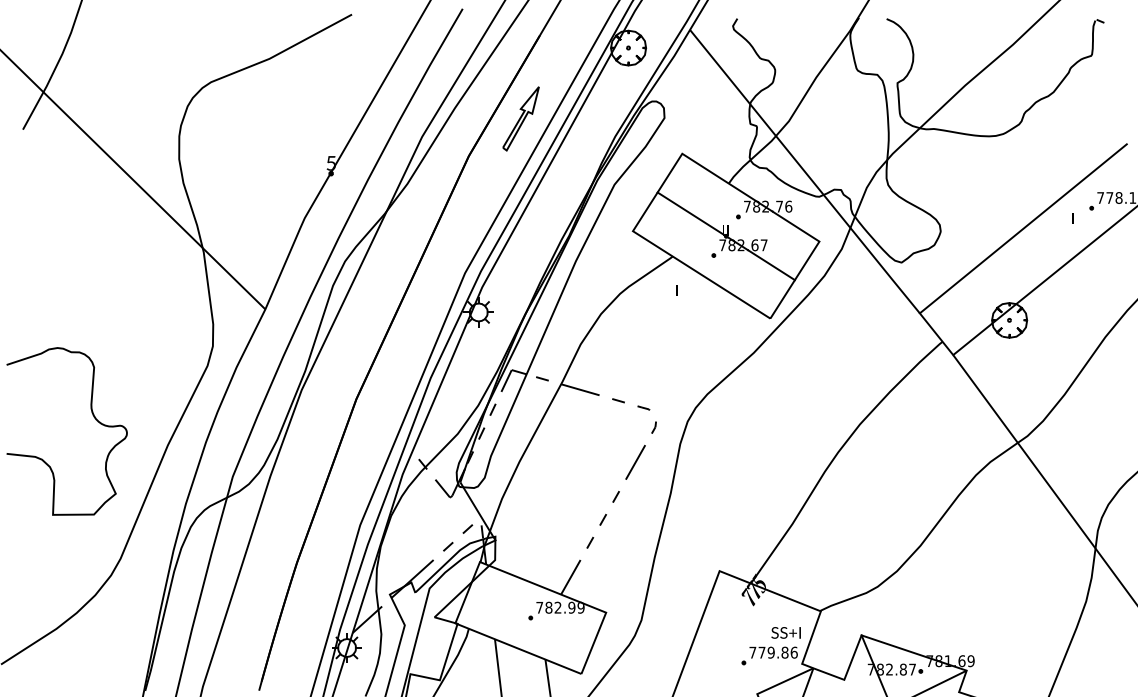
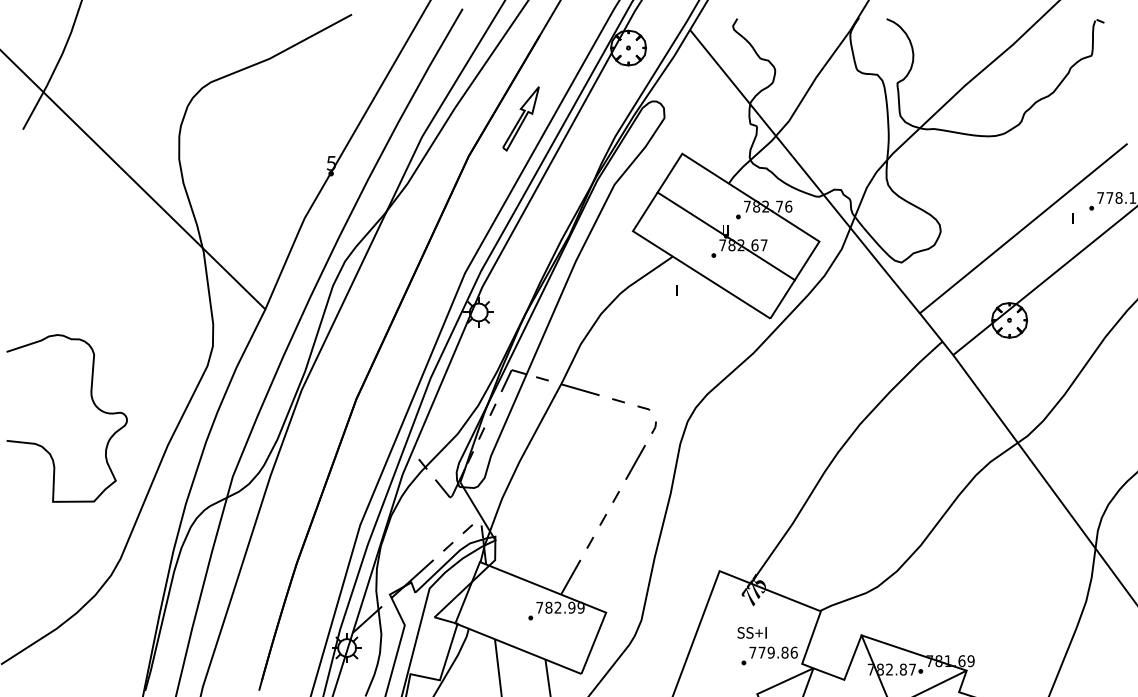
curve at (93, 417) position: (93, 417) -> (93, 404)
text at (785, 632) position: (785, 632) -> (751, 632)
